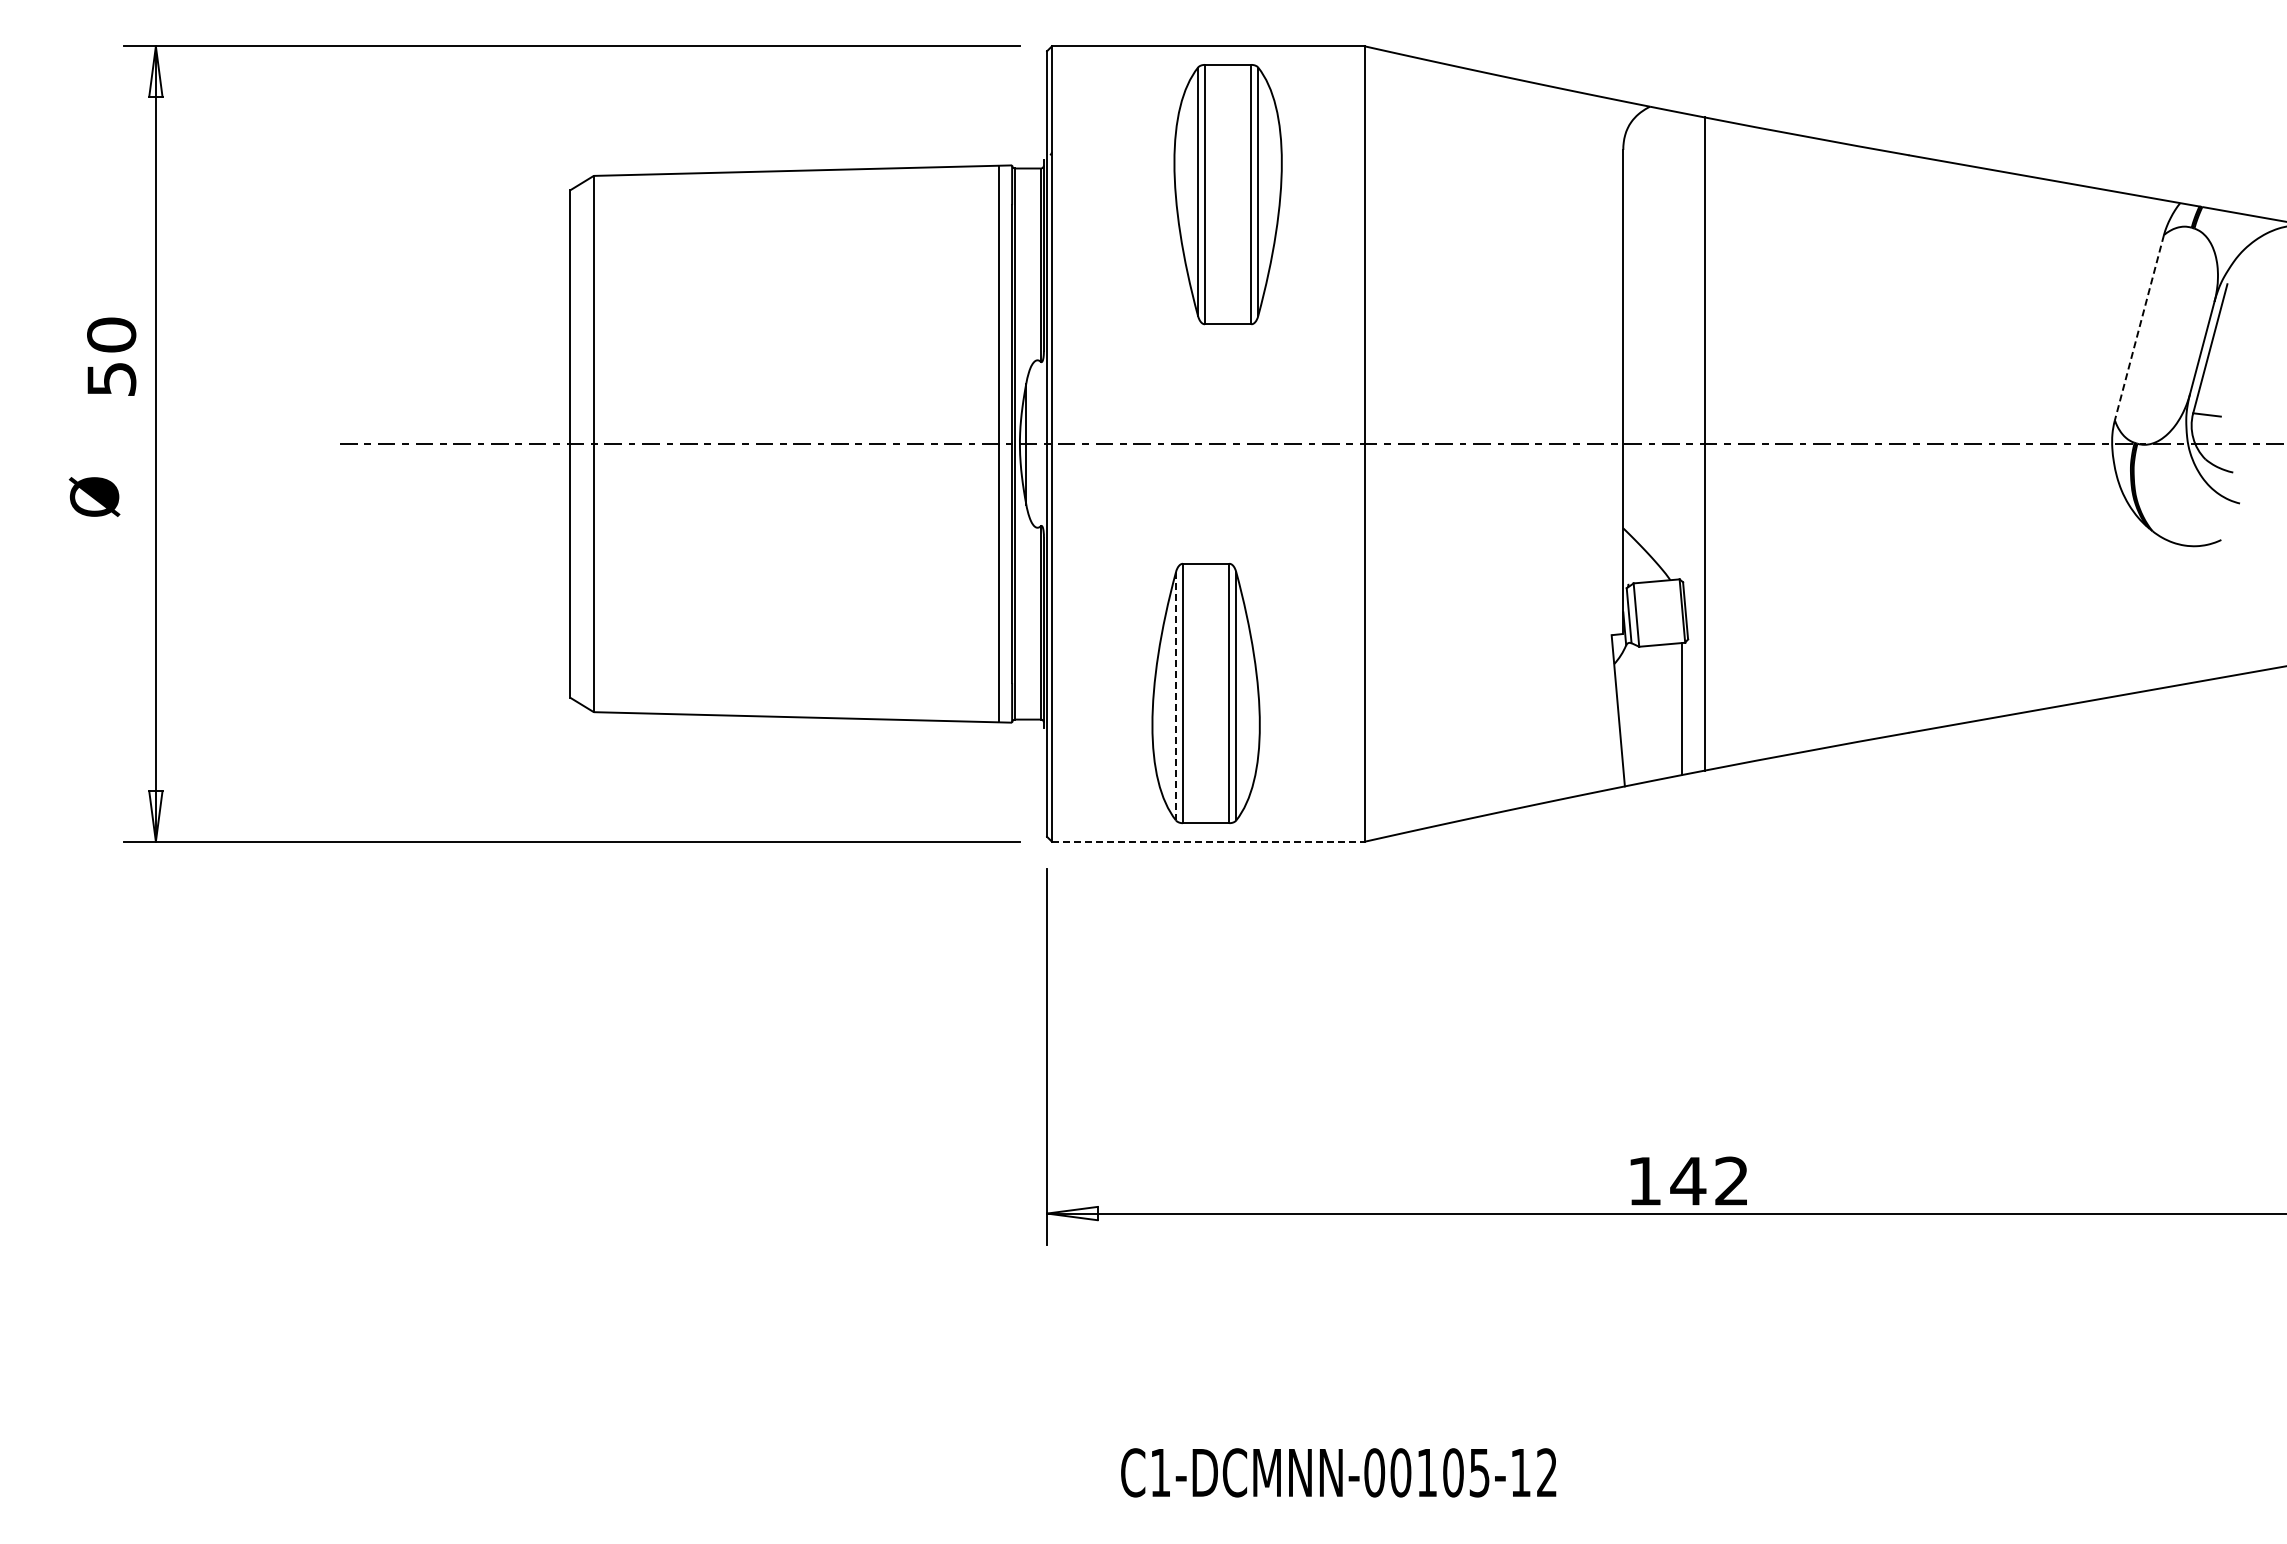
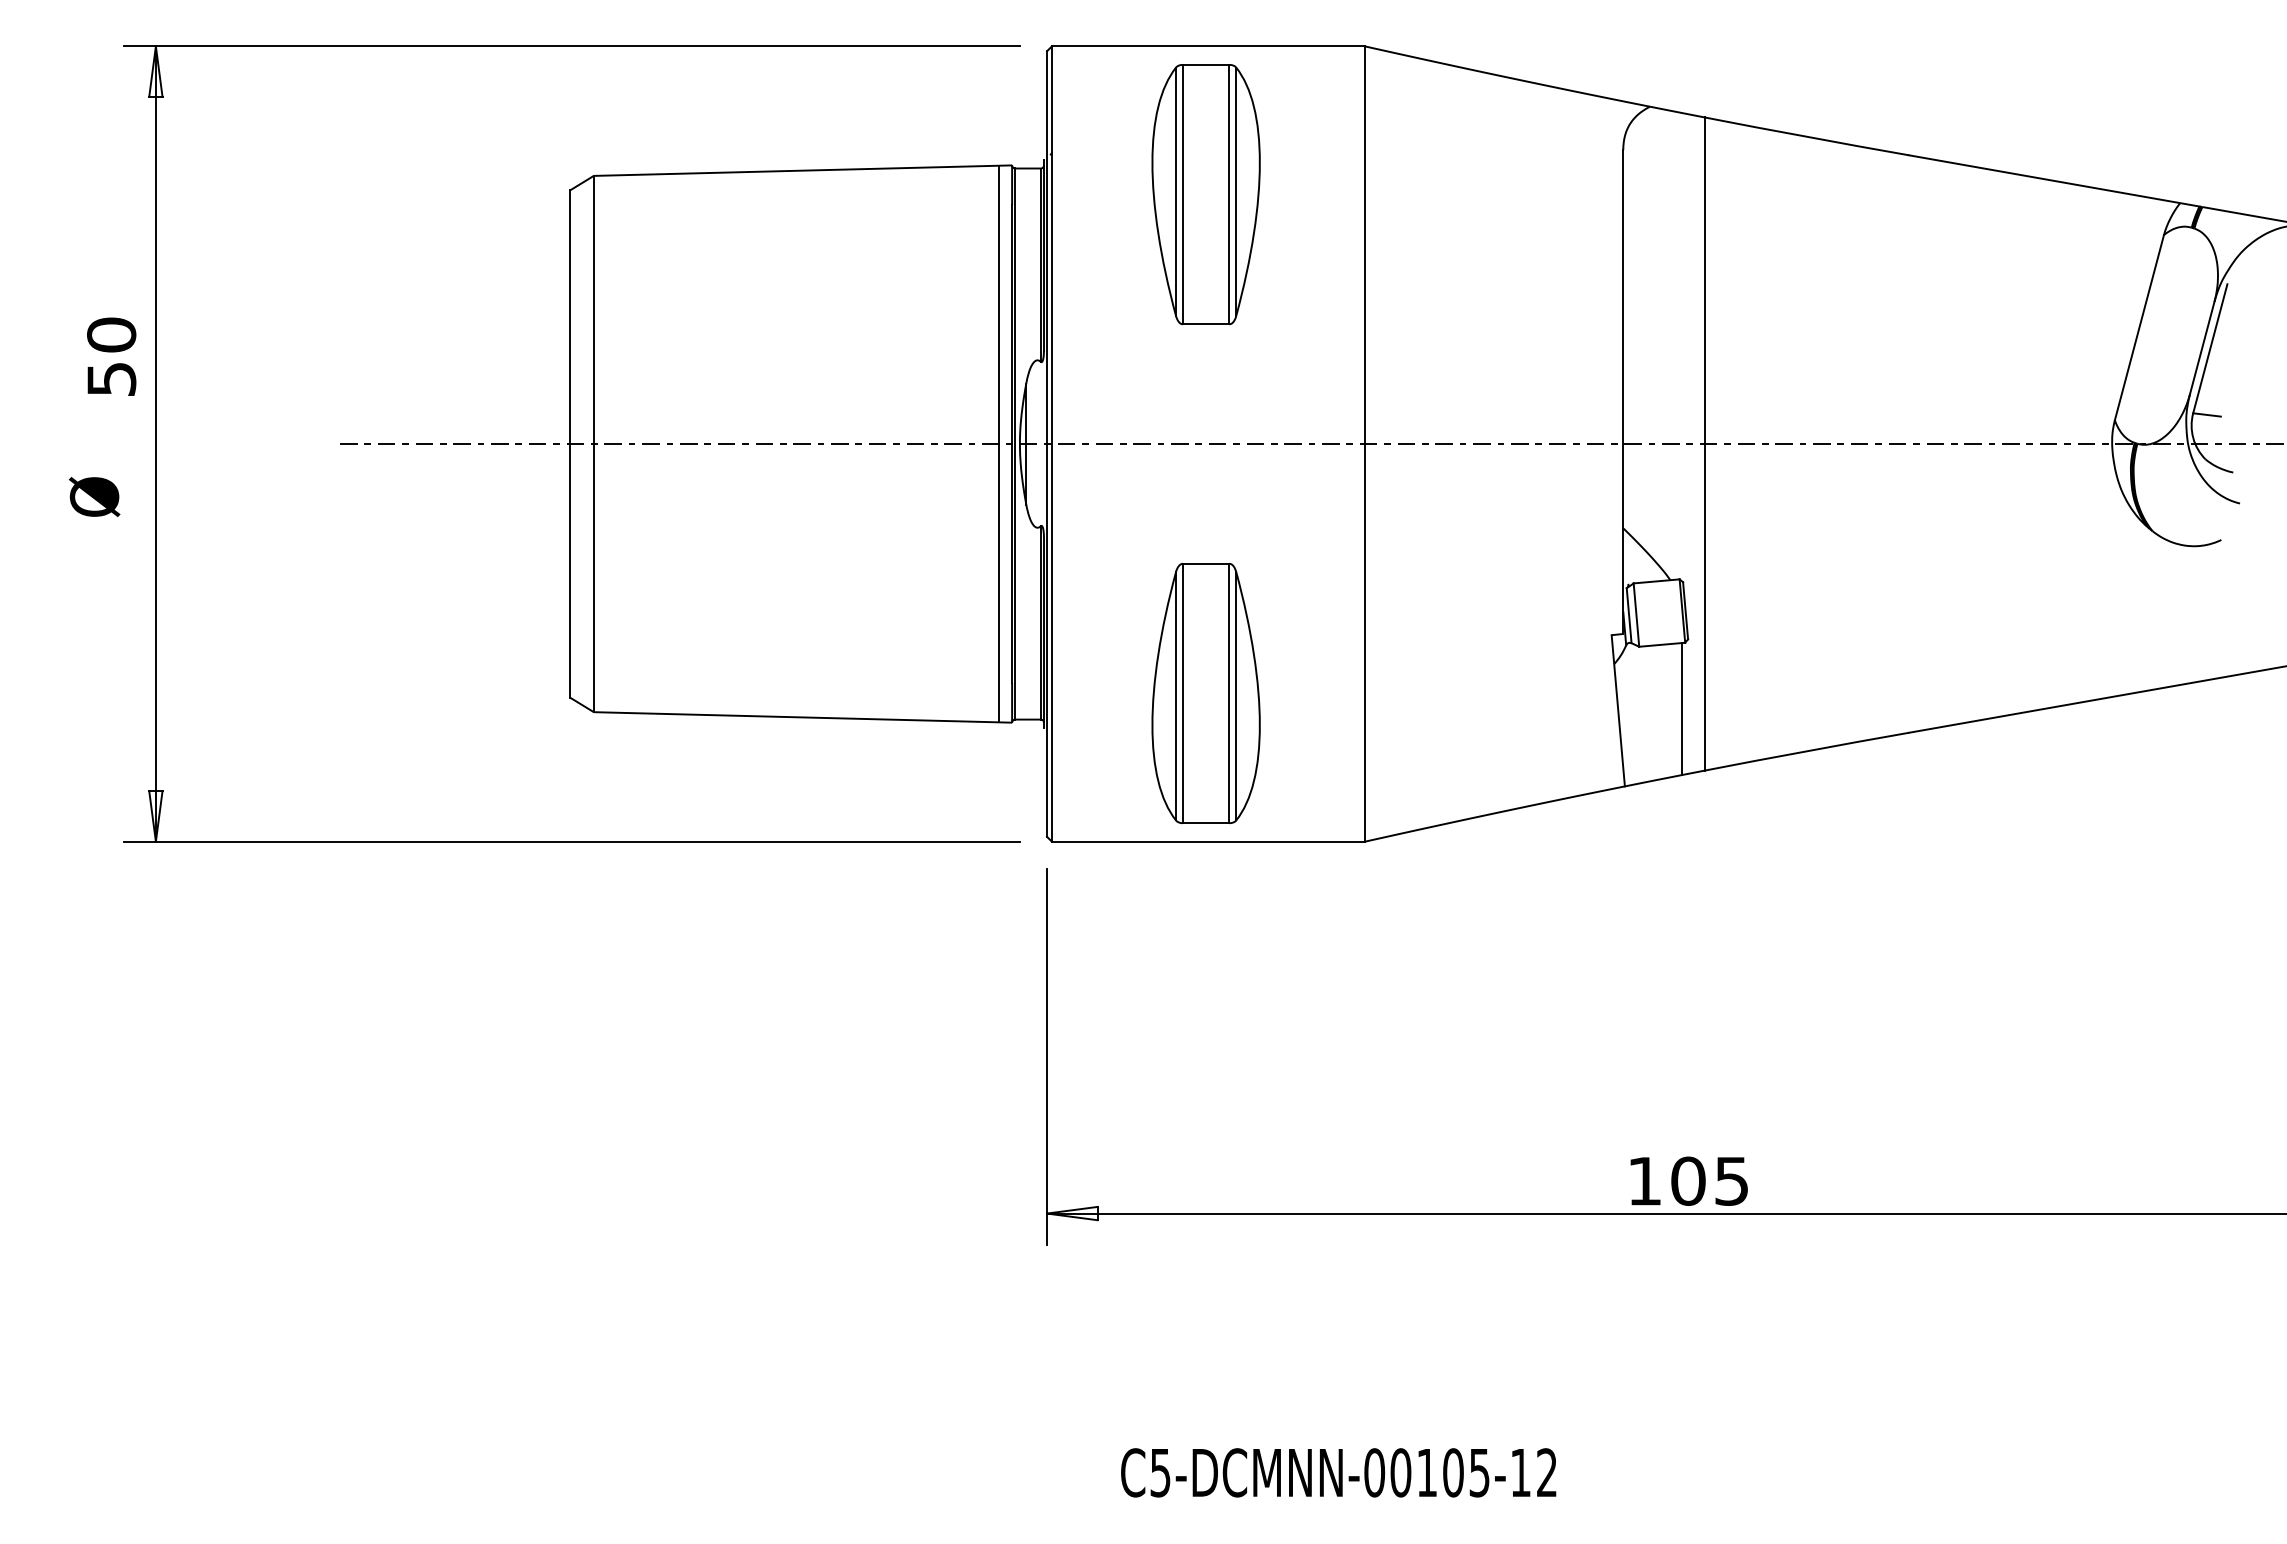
part at (1227, 194) position: (1227, 194) -> (1205, 194)
line at (2139, 327): dashed -> solid
line at (1176, 696): dashed -> solid
line at (1208, 841): dashed -> solid
text at (1708, 1180): 142 -> 105
text at (1160, 1473): C1-DCMNN-00105-12 -> C5-DCMNN-00105-12
